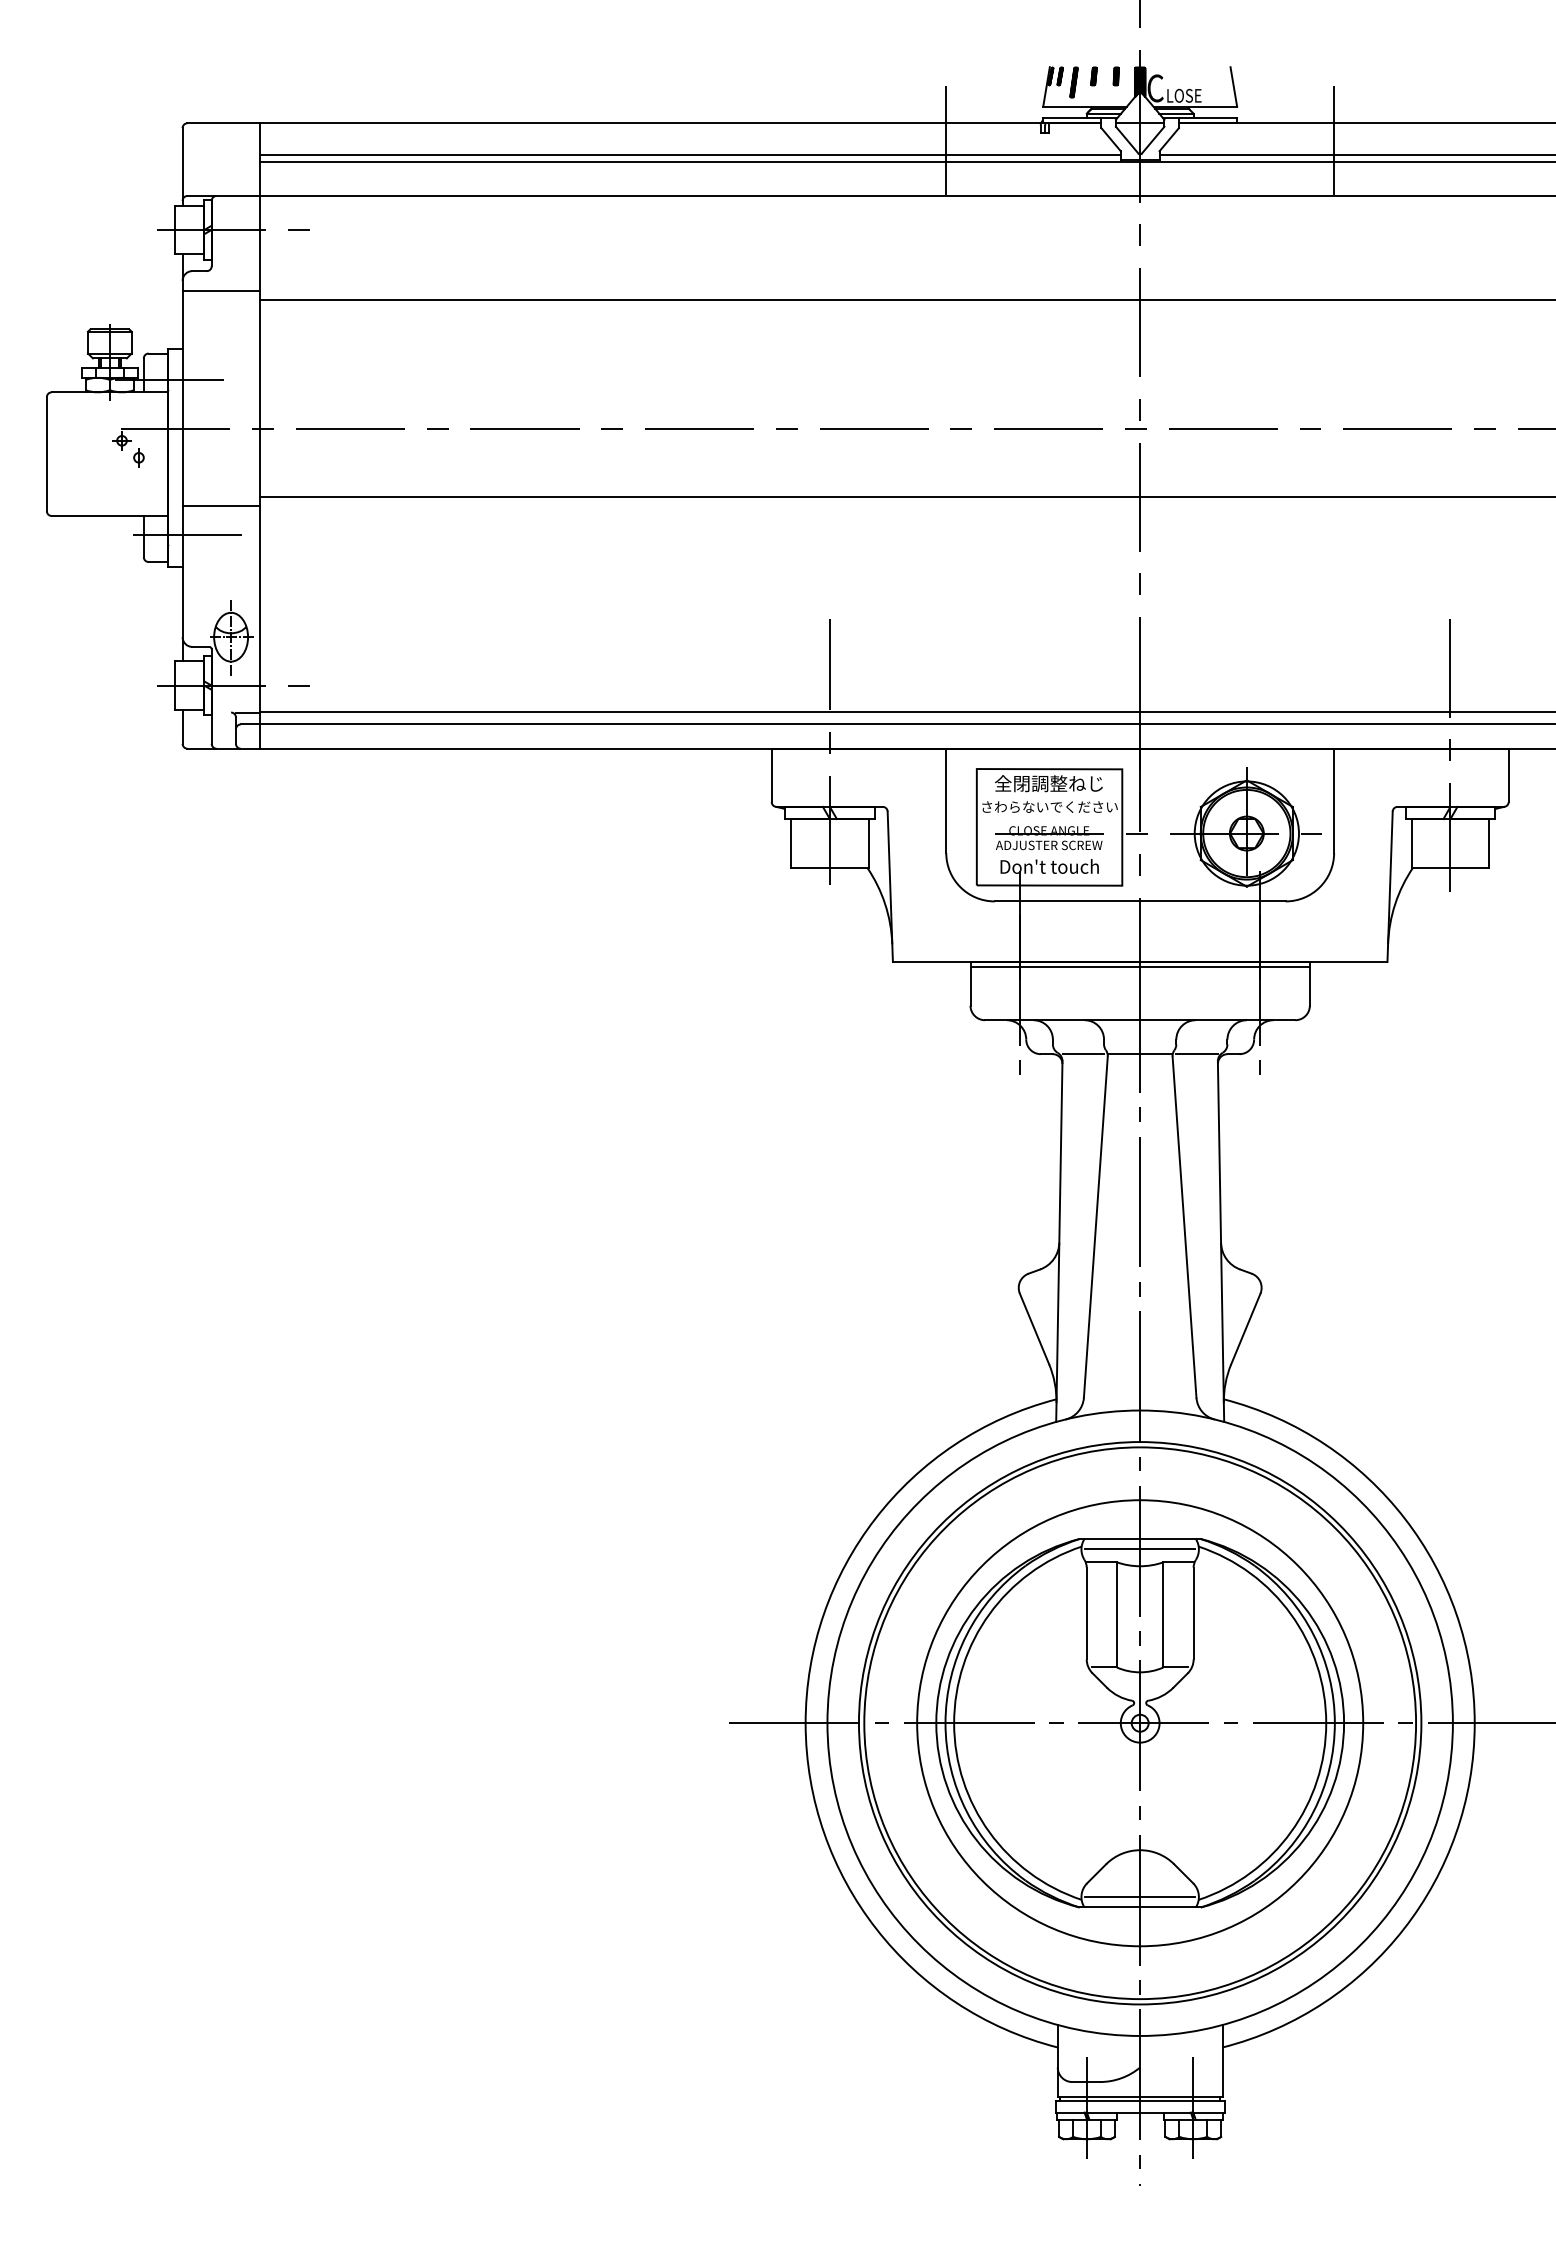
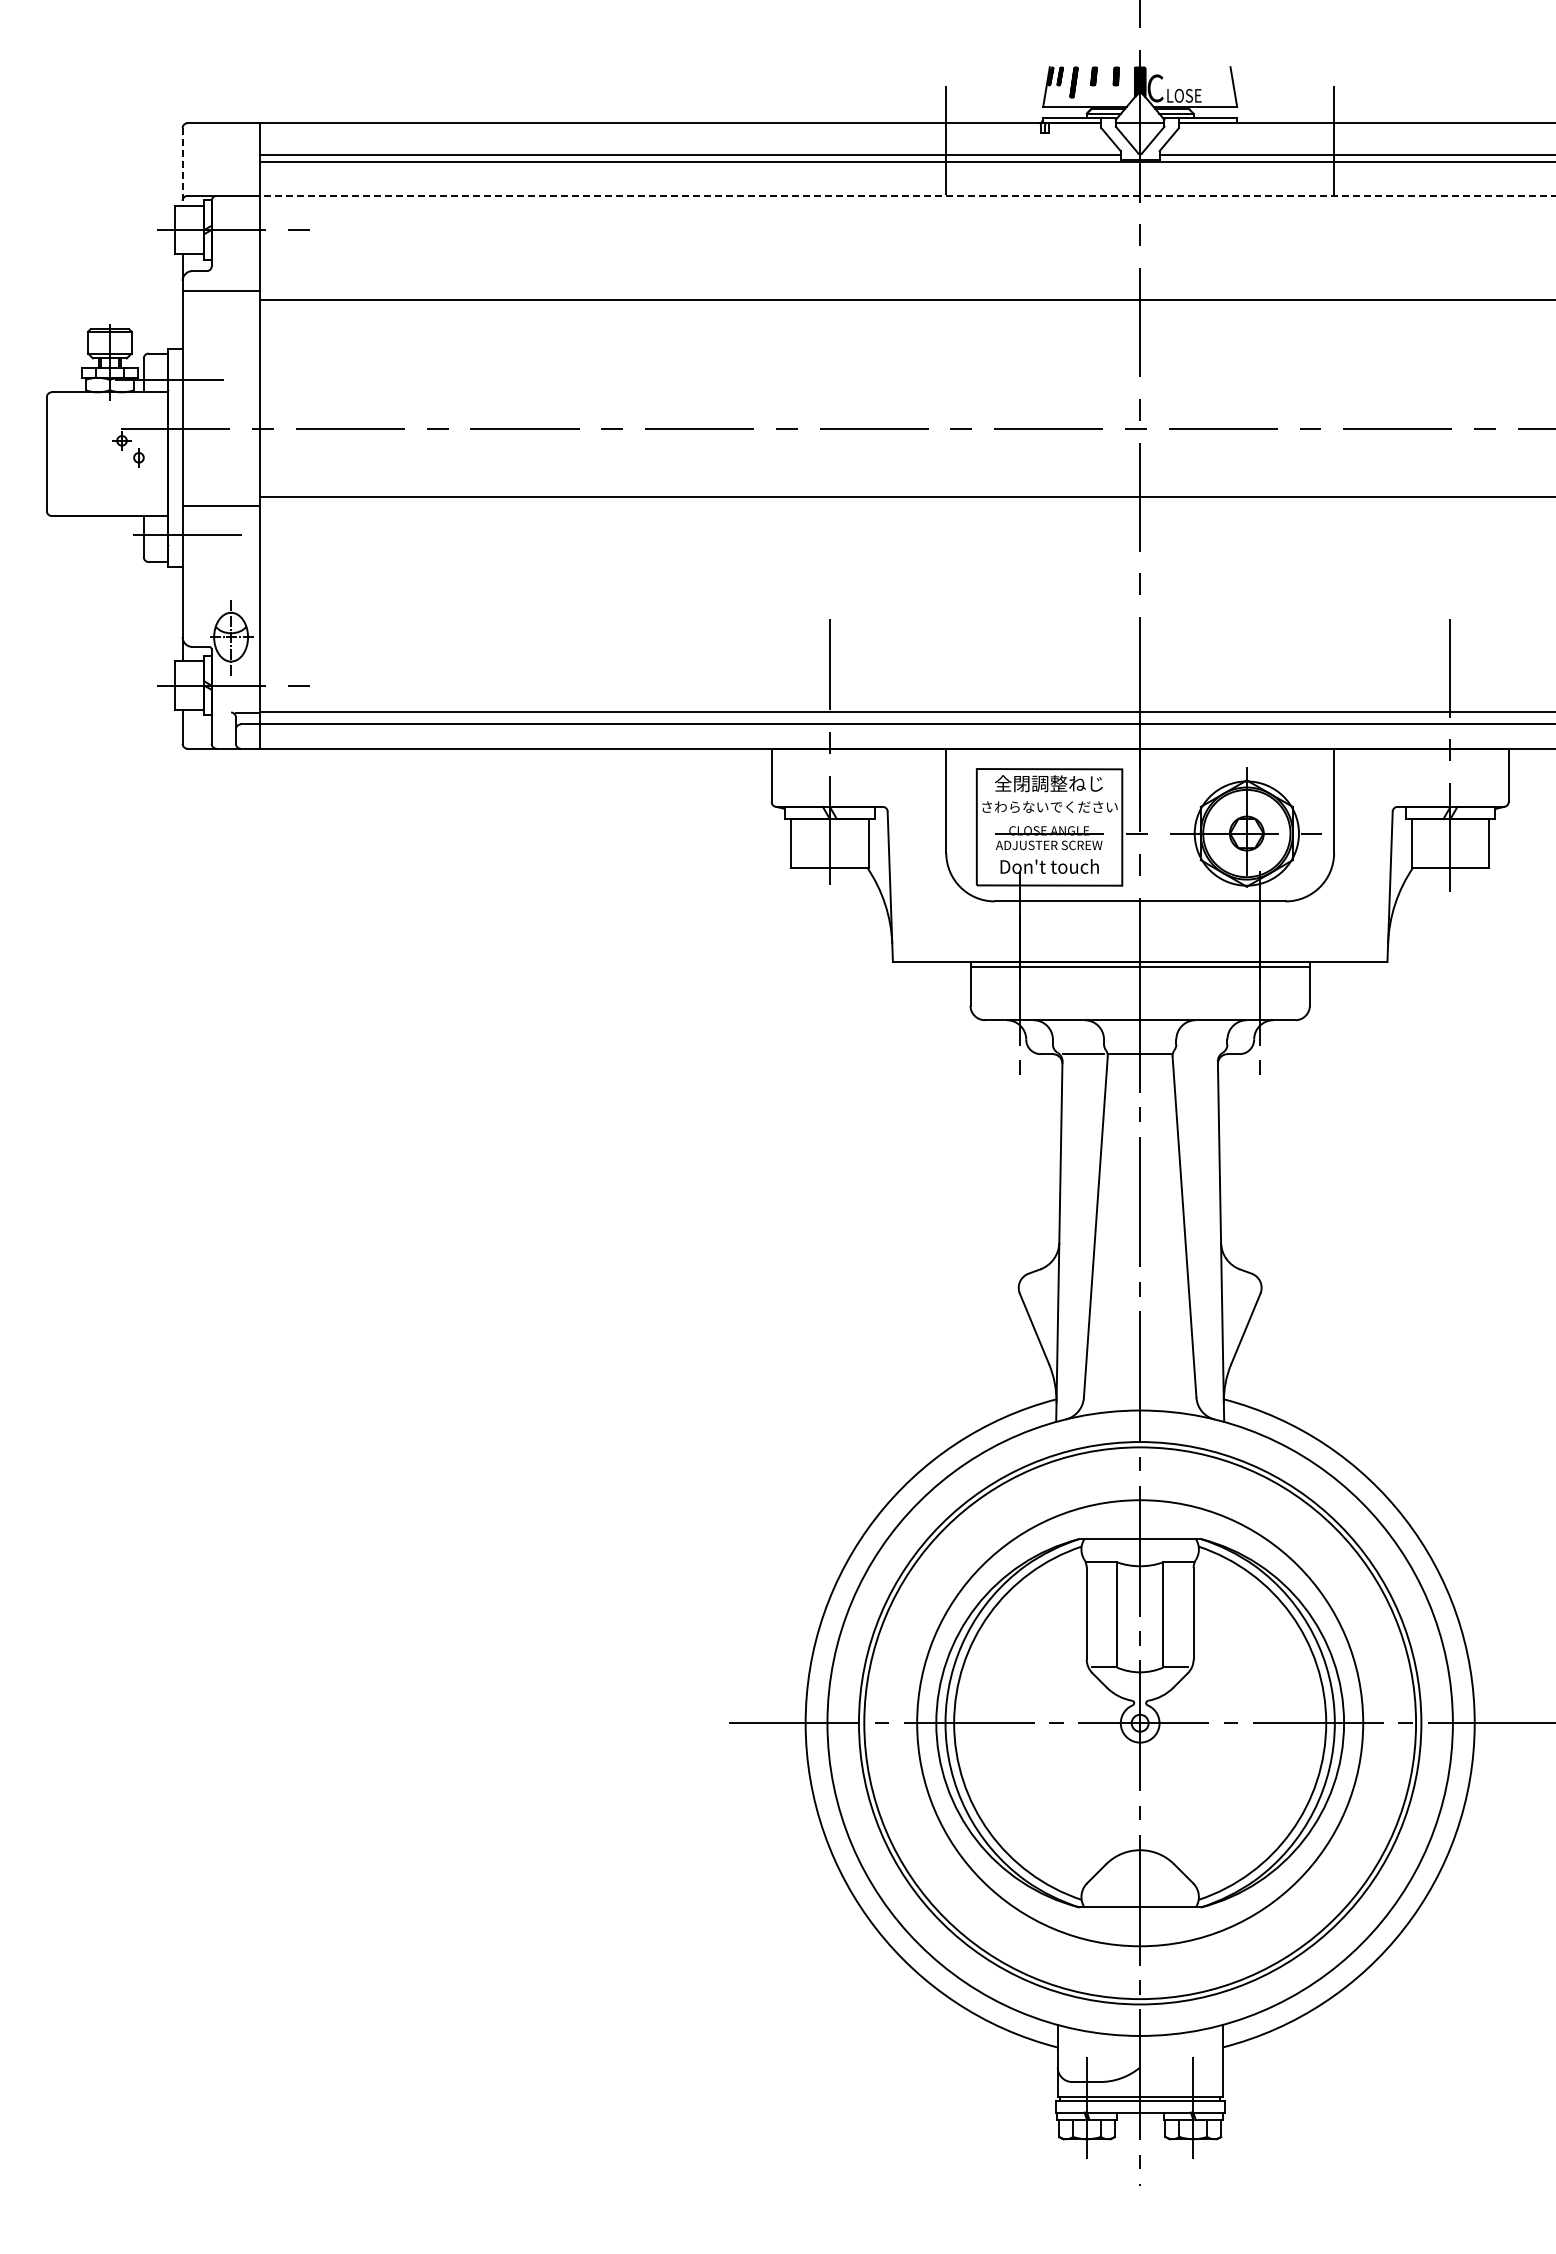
line at (182, 166): solid -> dashed
line at (907, 195): solid -> dashed
line at (1196, 1054): present -> none
line at (1140, 1549): present -> none
line at (1140, 1897): present -> none
